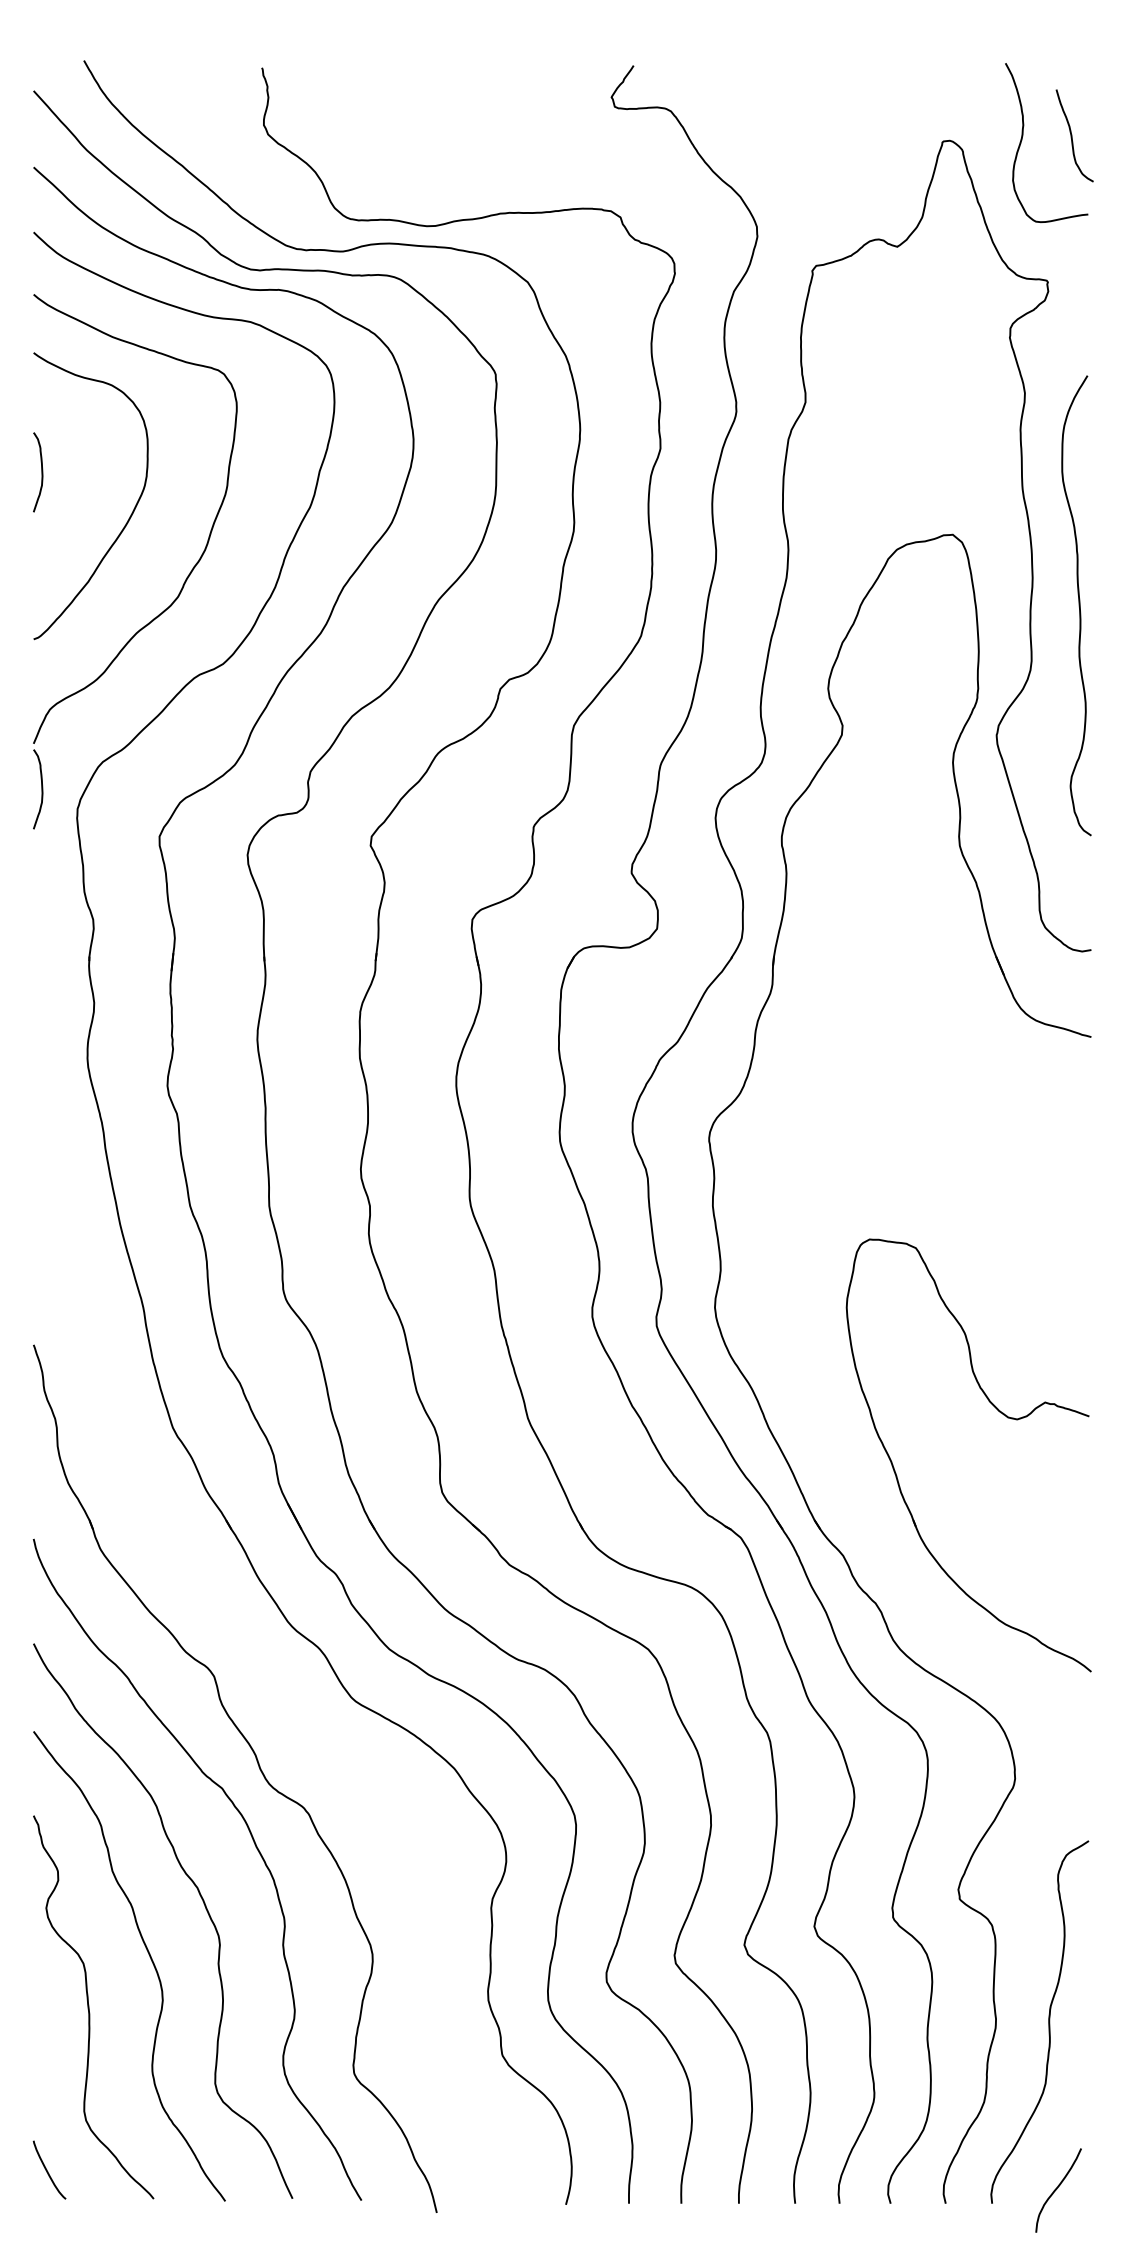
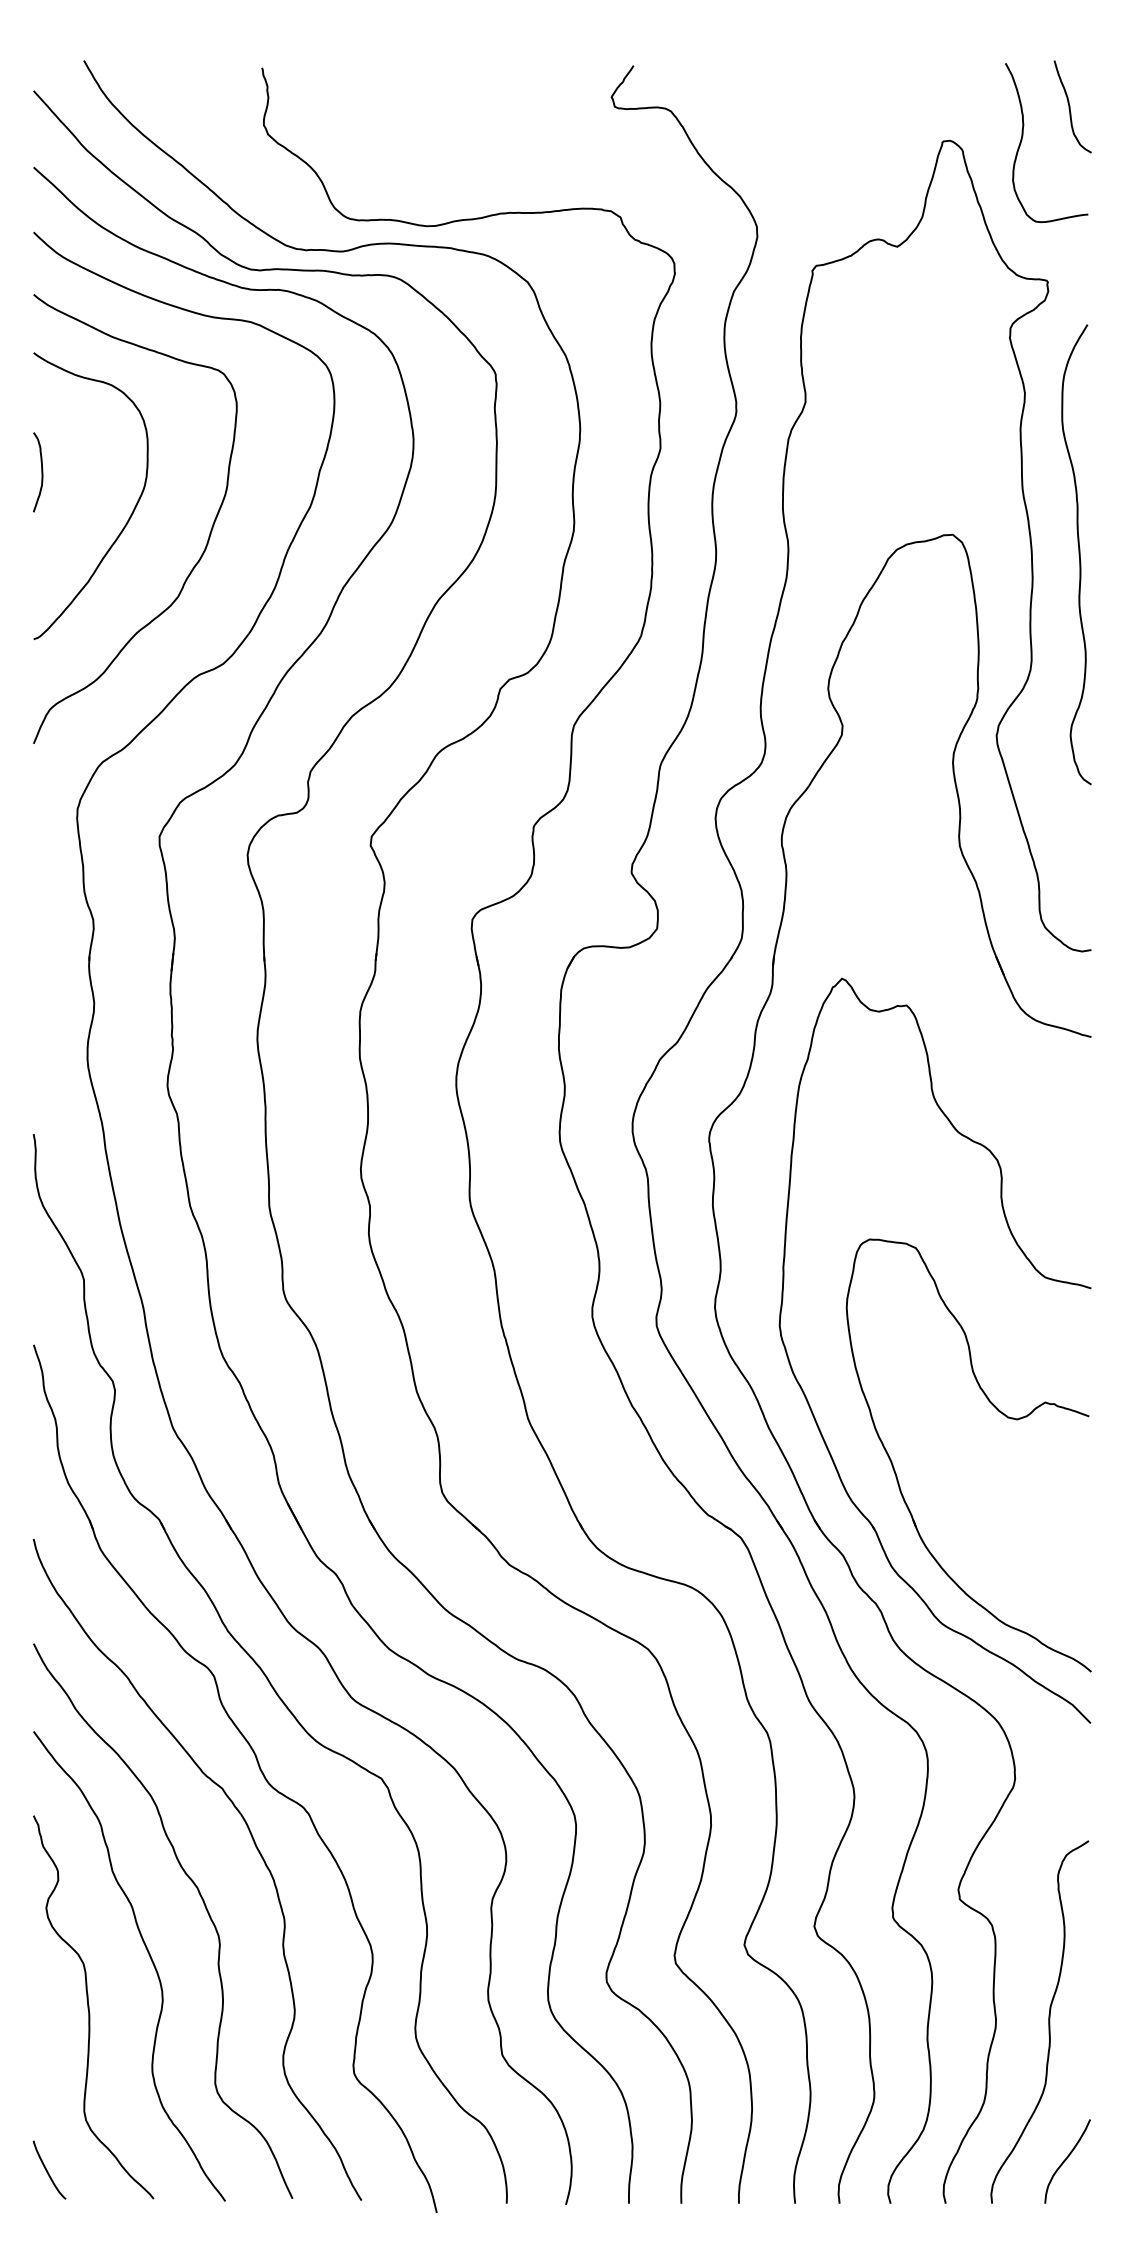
curve at (1072, 135) position: (1072, 135) -> (1070, 106)
curve at (1078, 605) position: (1078, 605) -> (1078, 554)
curve at (41, 789): present -> none
part at (1034, 1269): none -> present
part at (263, 1670): none -> present
curve at (1057, 2189) position: (1057, 2189) -> (1066, 2160)
